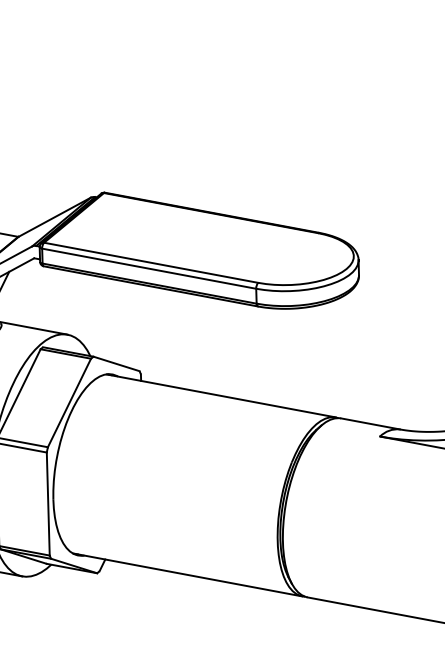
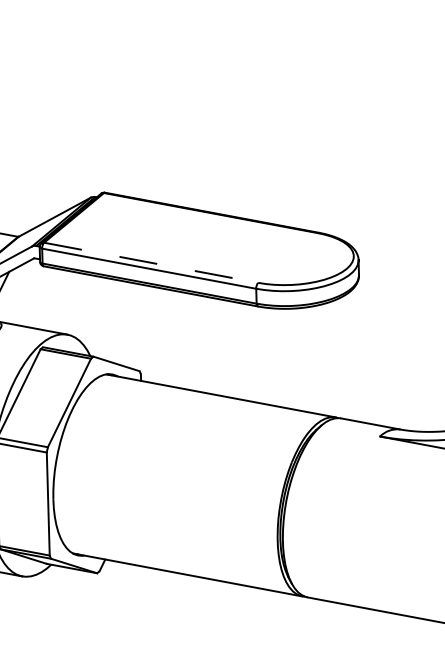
line at (151, 262): solid -> dashed
